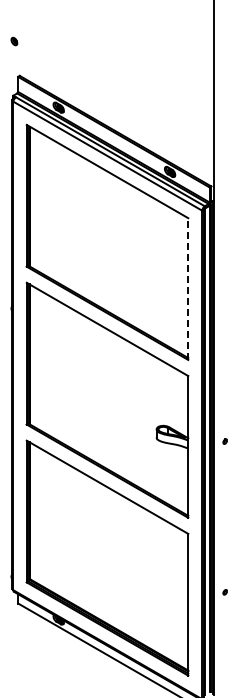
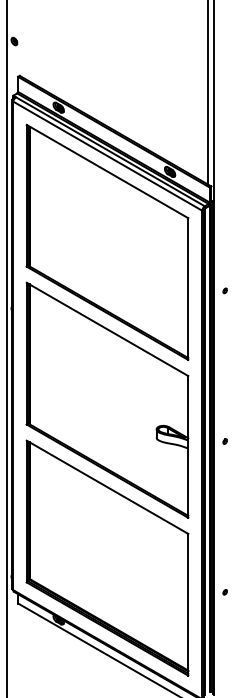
line at (208, 93): none -> present
line at (188, 289): dashed -> solid
part at (224, 290): none -> present
line at (6, 348): none -> present
